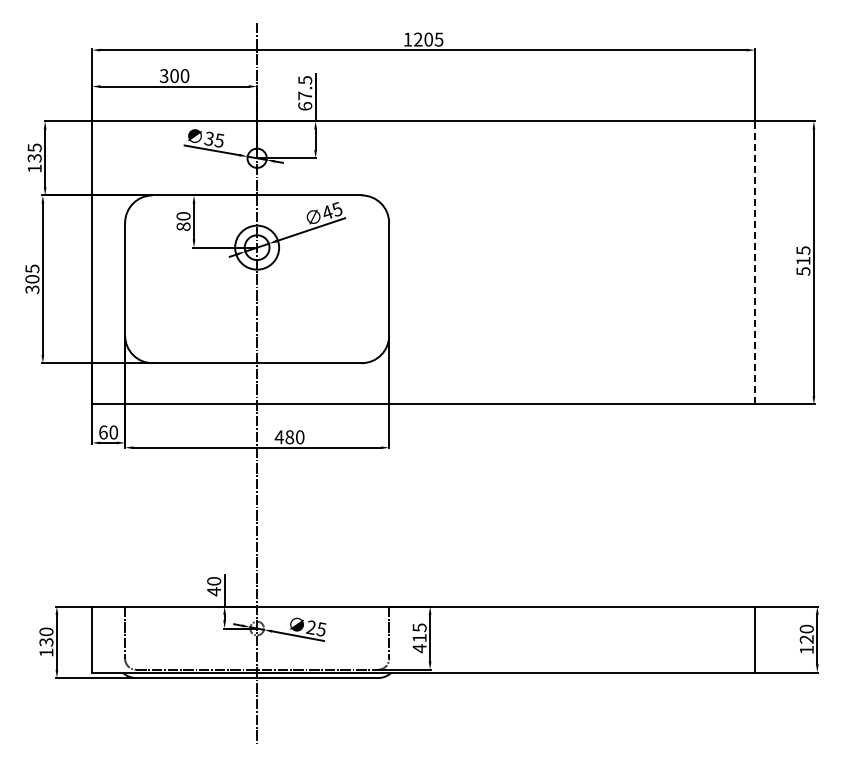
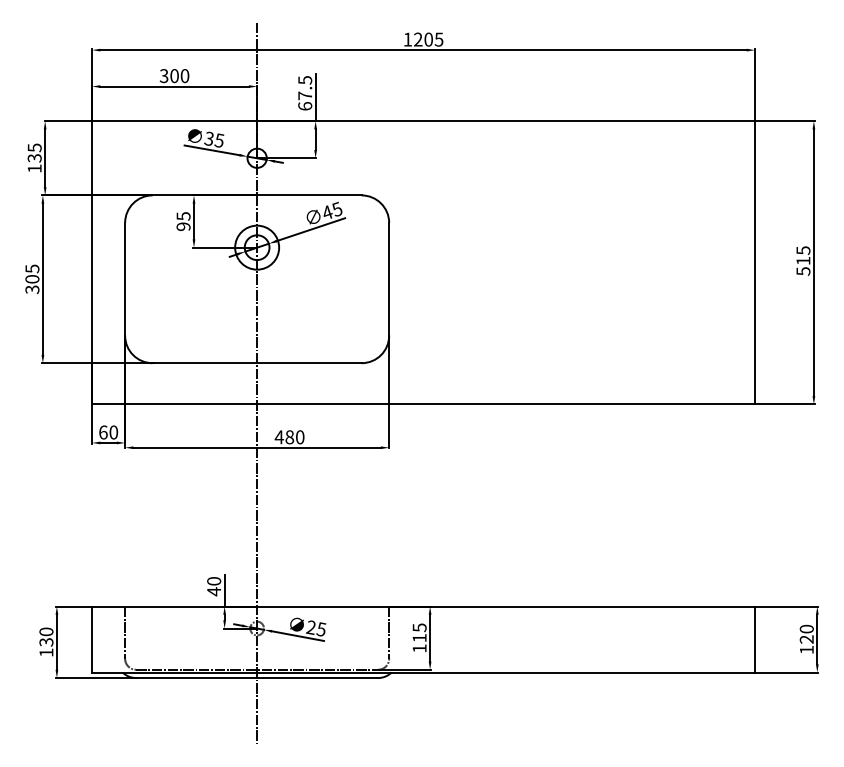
text at (183, 221): 80 -> 95
line at (754, 262): dashed -> solid
text at (419, 648): 415 -> 115
